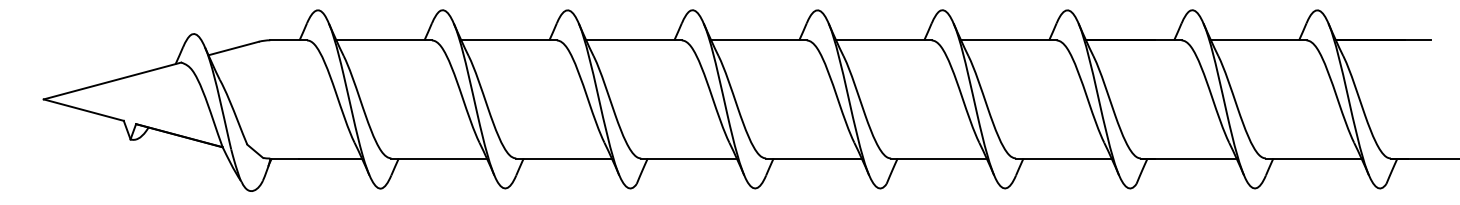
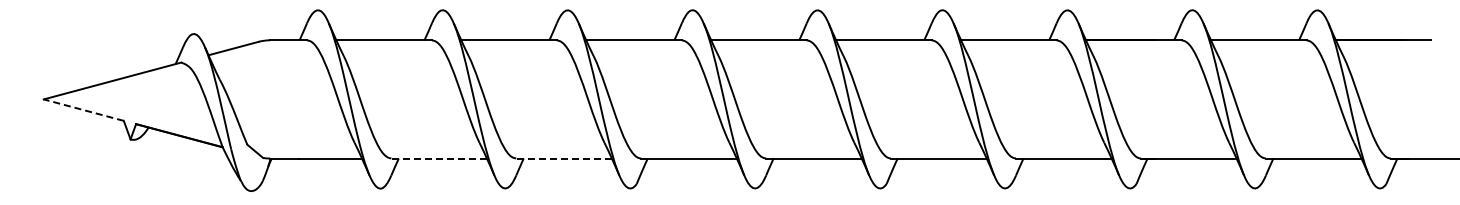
line at (83, 110): solid -> dashed
line at (439, 158): solid -> dashed
line at (564, 158): solid -> dashed
